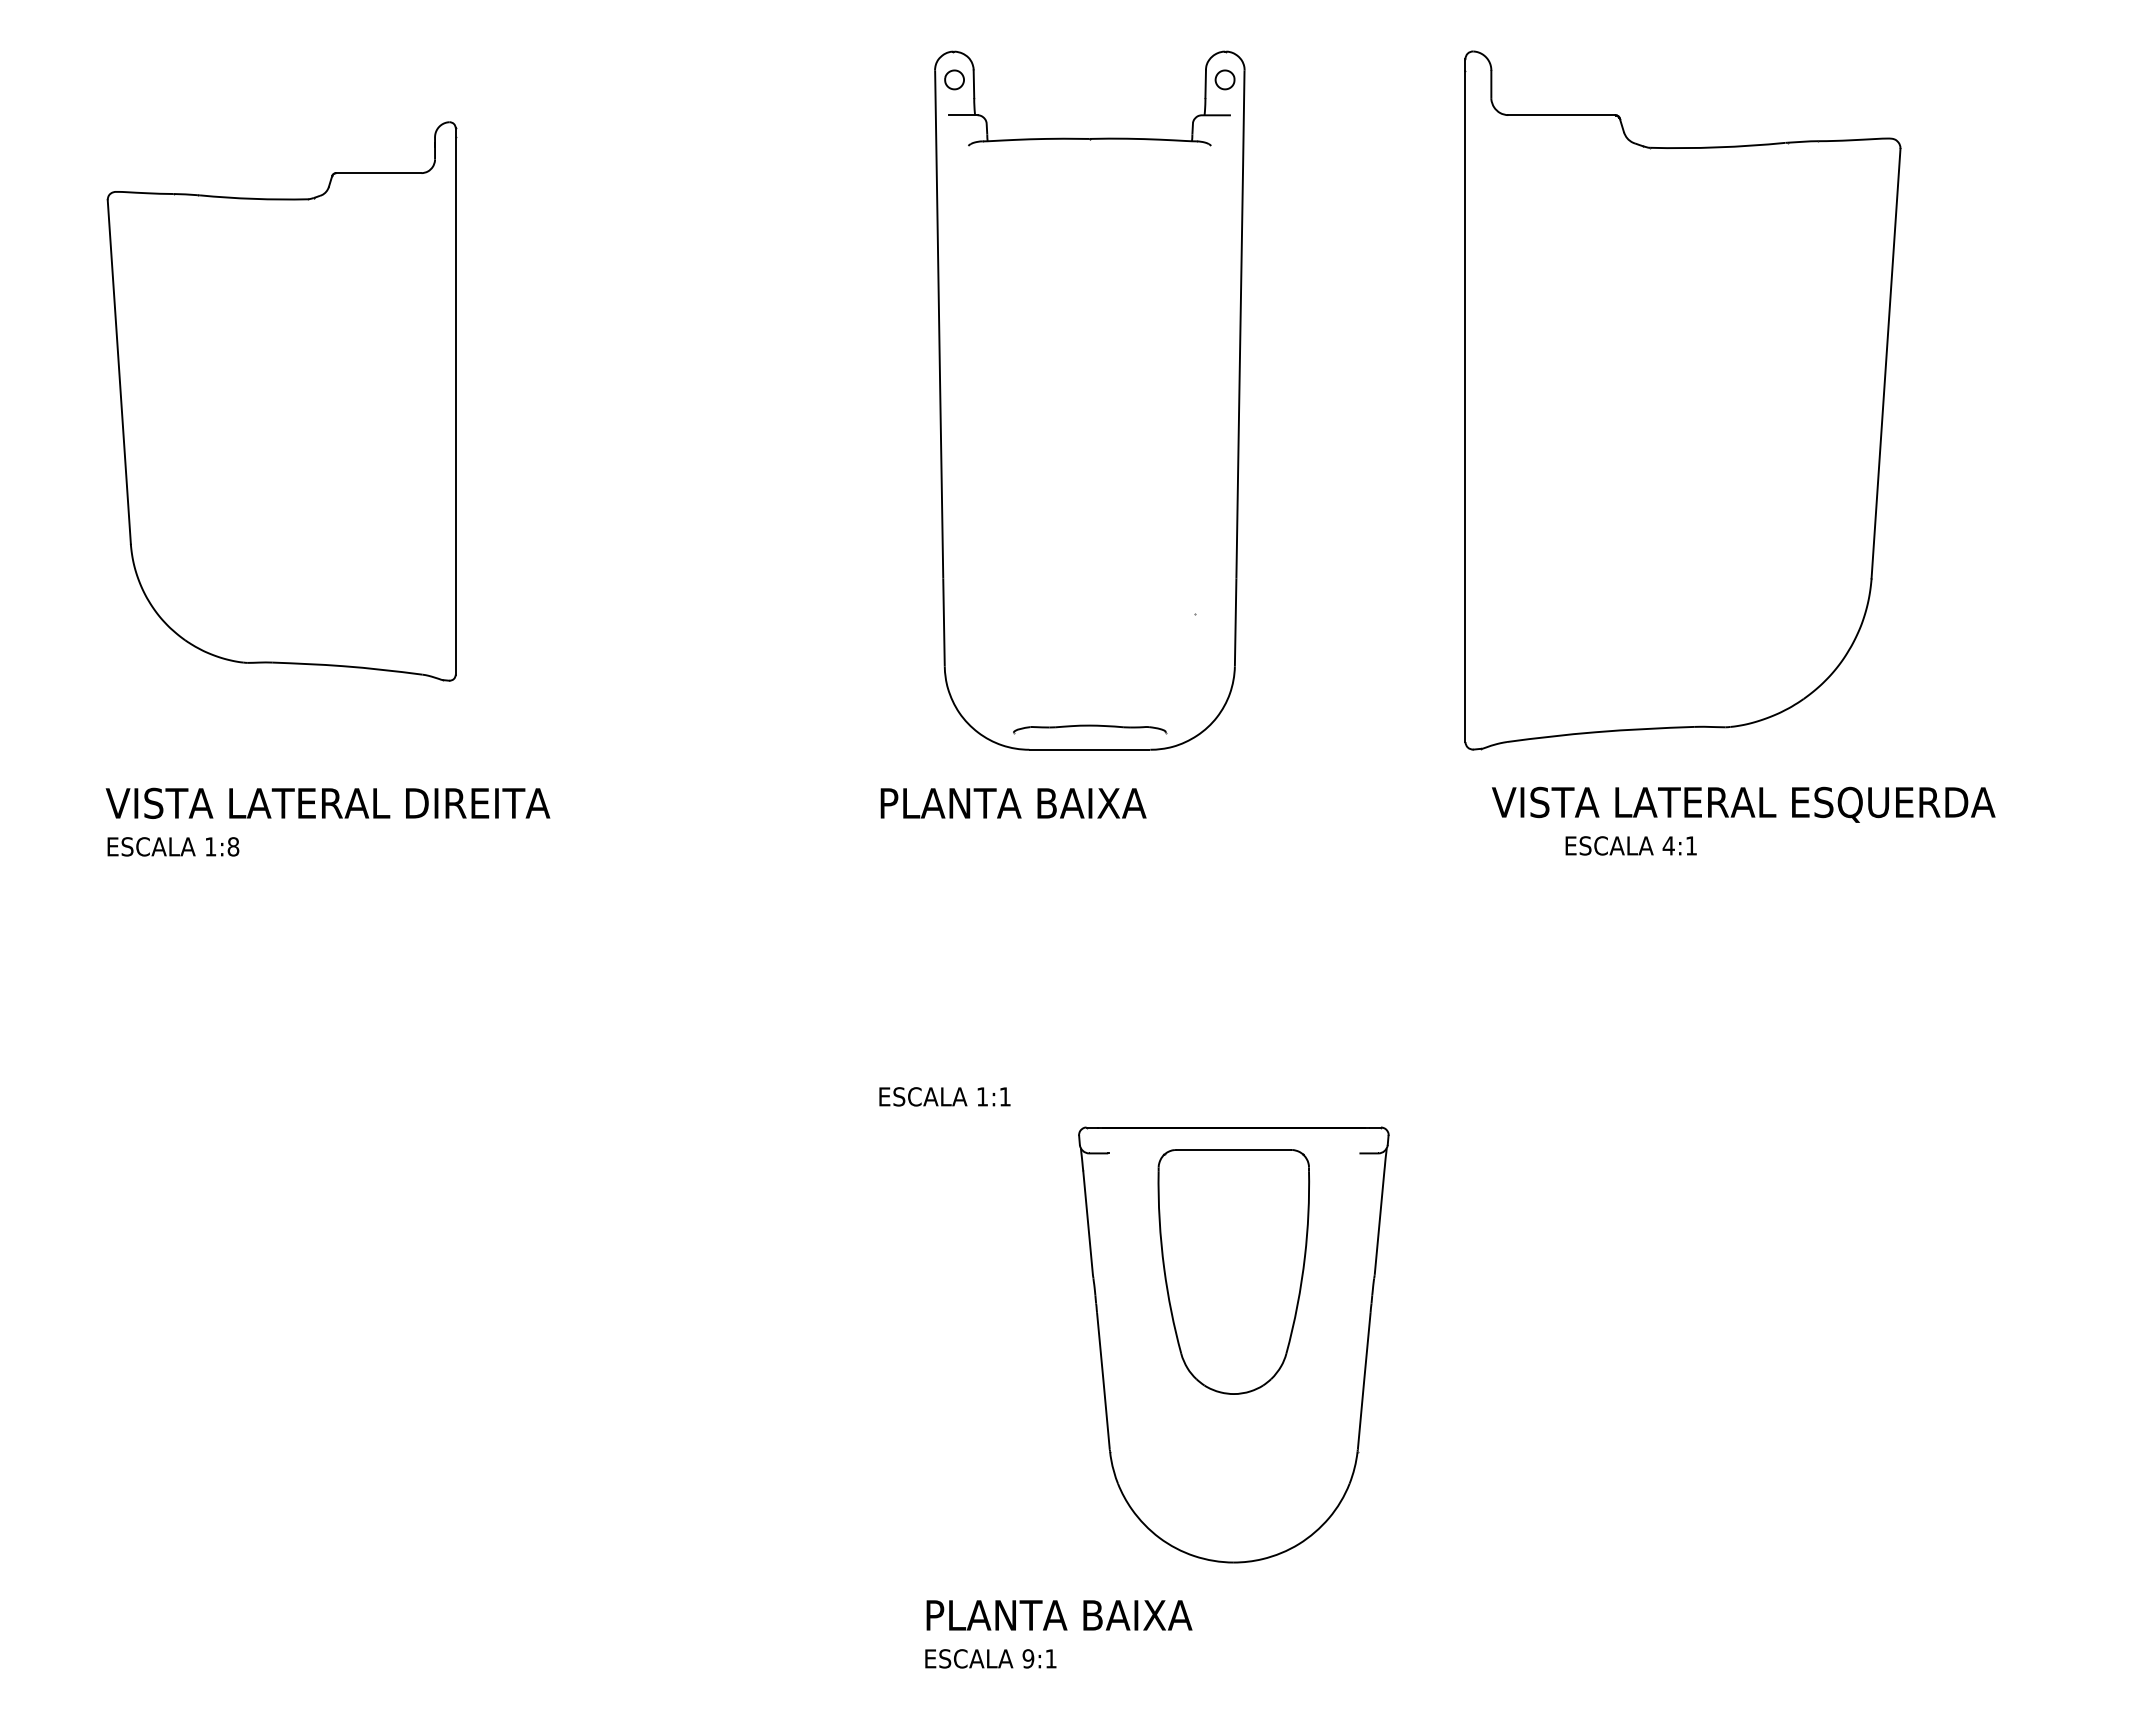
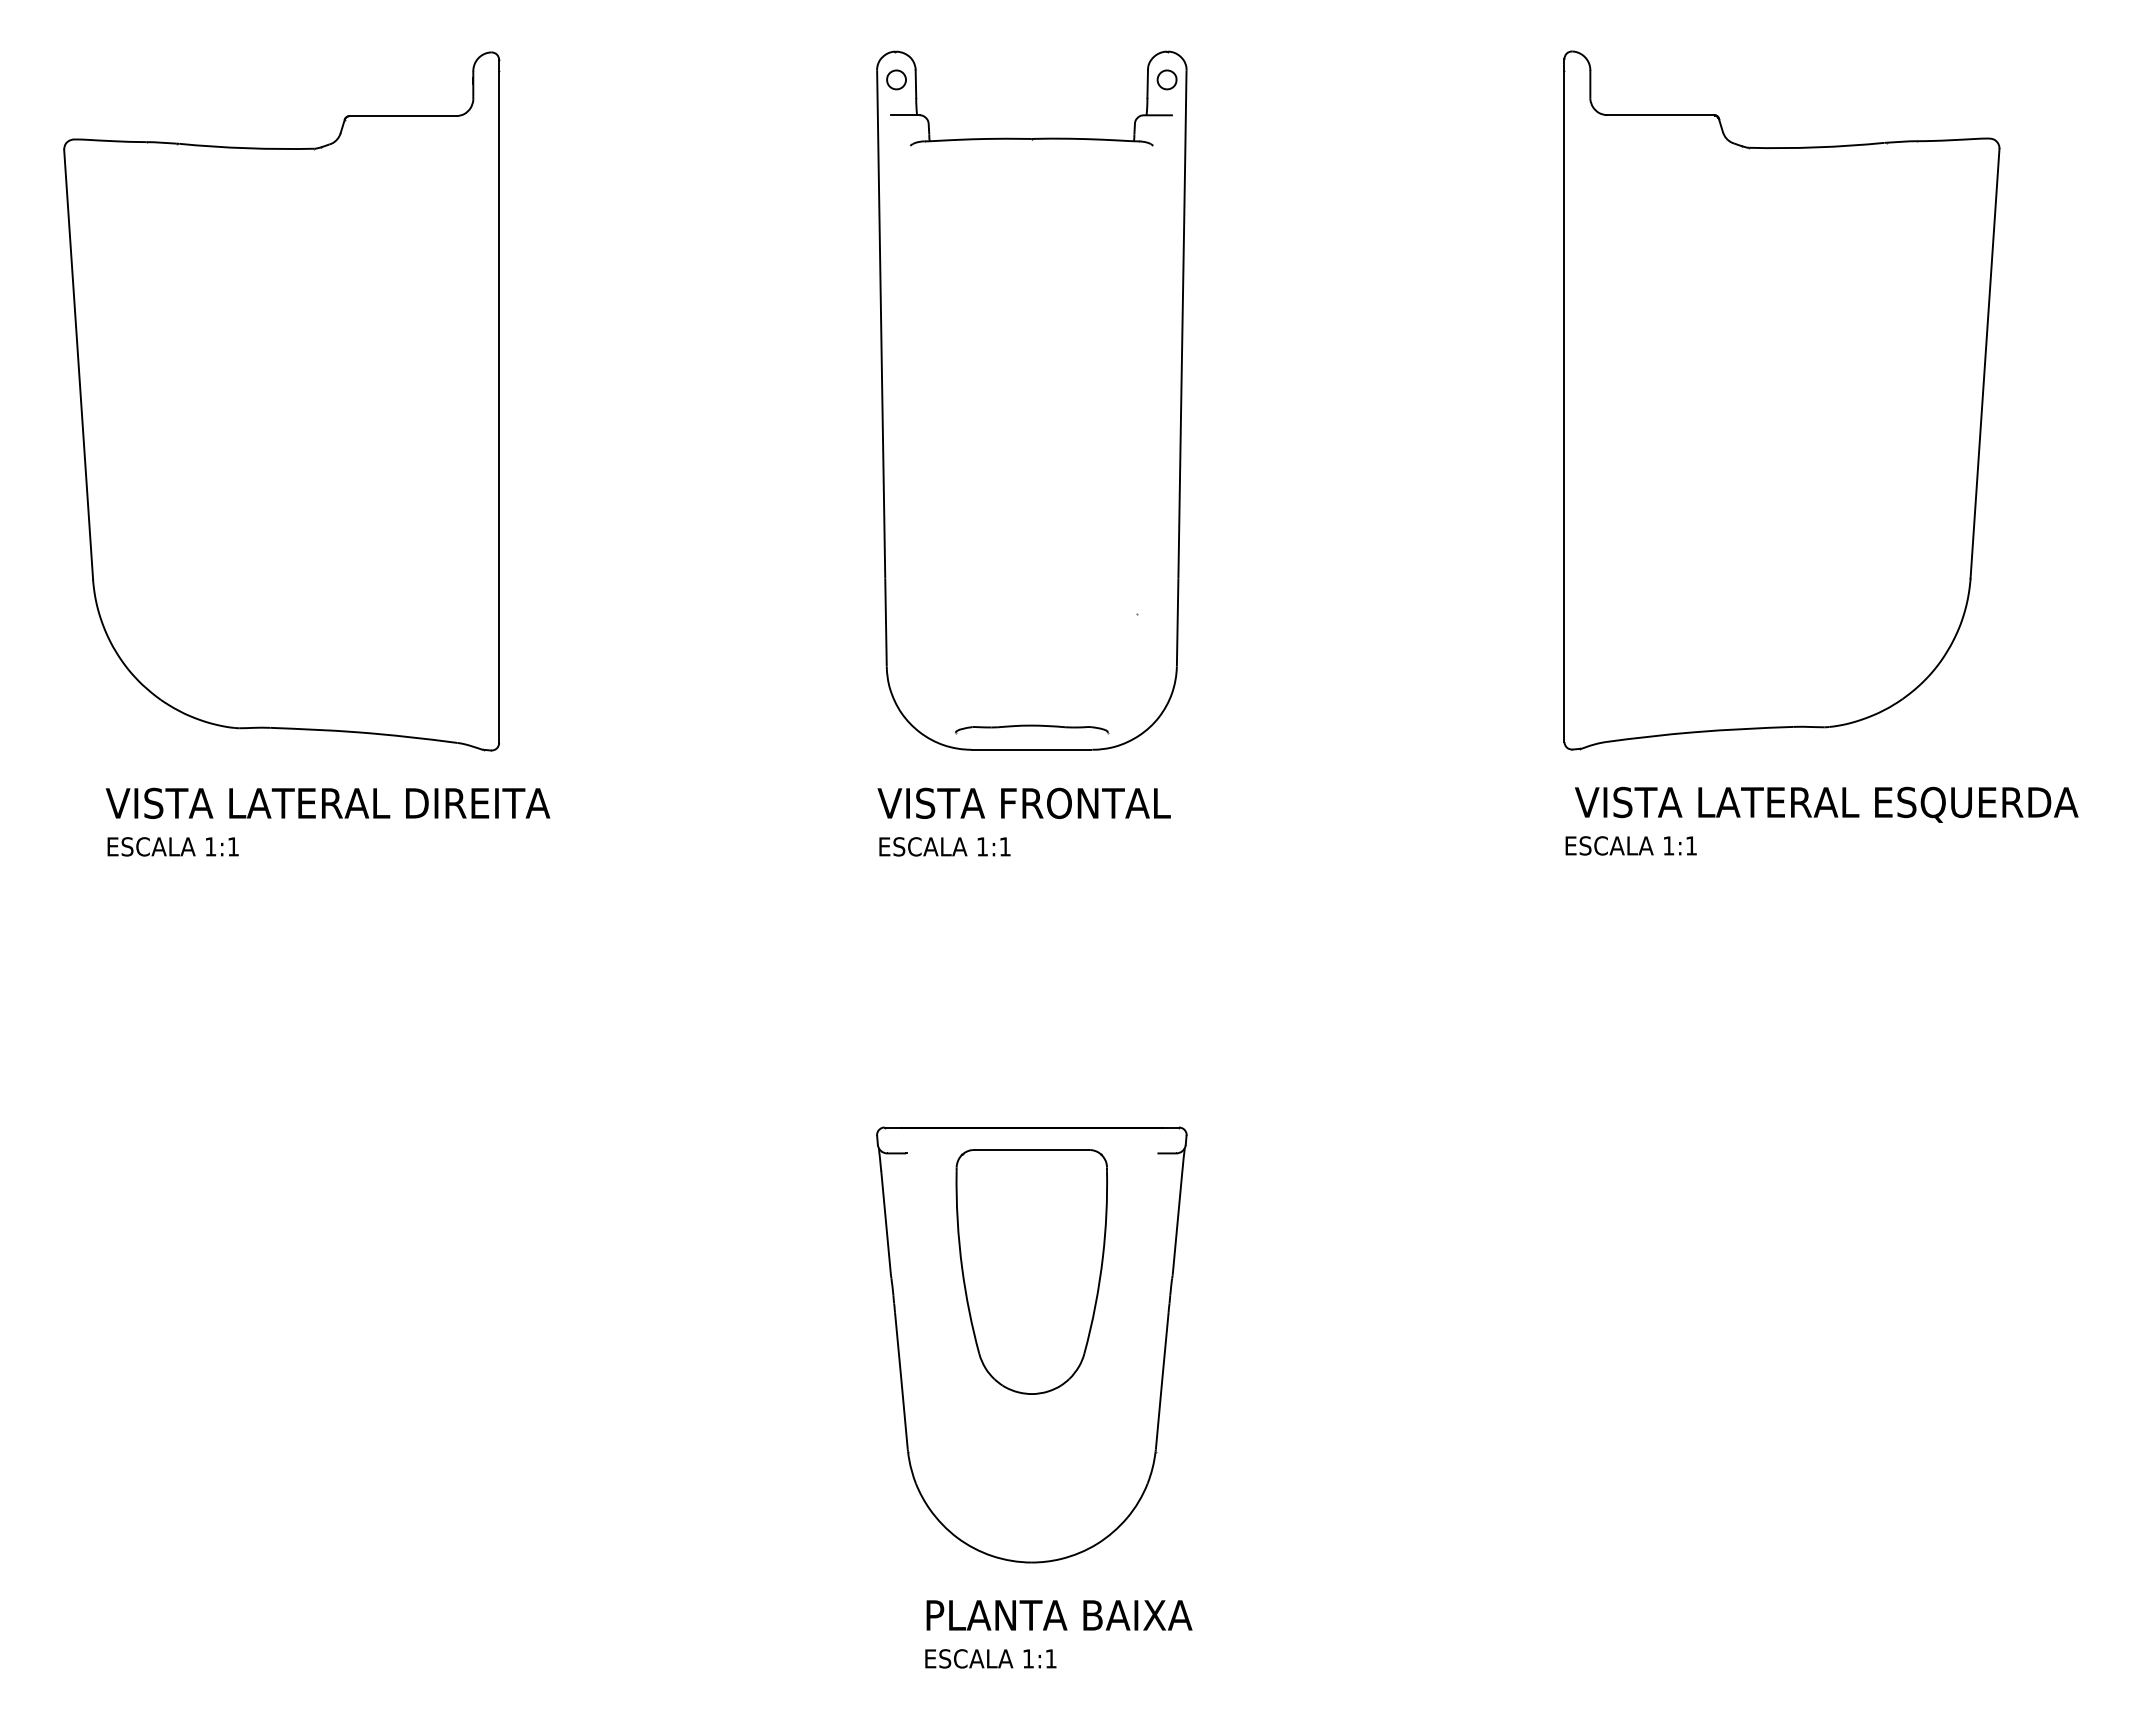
part at (1089, 400) position: (1089, 400) -> (1031, 400)
part at (1682, 400) position: (1682, 400) -> (1781, 400)
part at (281, 401) size: 352x561 px -> 438x701 px
text at (1023, 803): PLANTA BAIXA -> VISTA FRONTAL
text at (1743, 804) position: (1743, 804) -> (1826, 804)
text at (1668, 845): 4:1 -> 1:1
text at (233, 846): 1:8 -> 1:1
text at (944, 1096) position: (944, 1096) -> (944, 846)
part at (1233, 1344) position: (1233, 1344) -> (1031, 1344)
text at (1028, 1658): 9:1 -> 1:1
